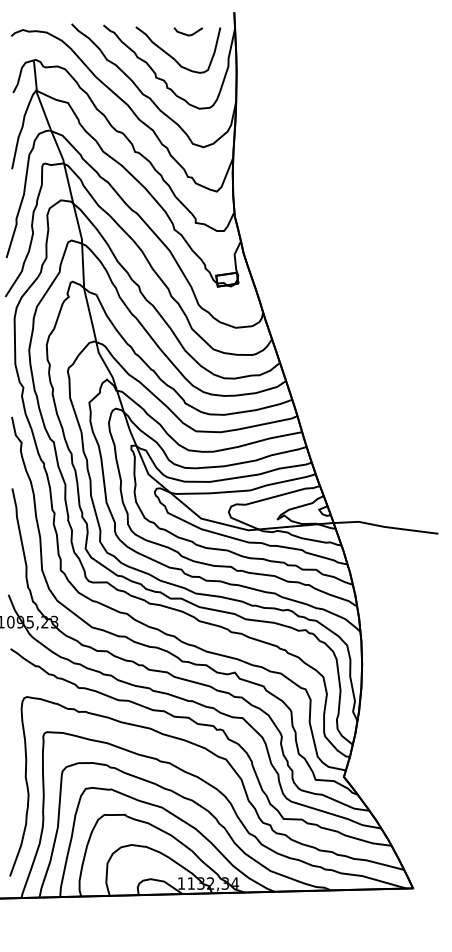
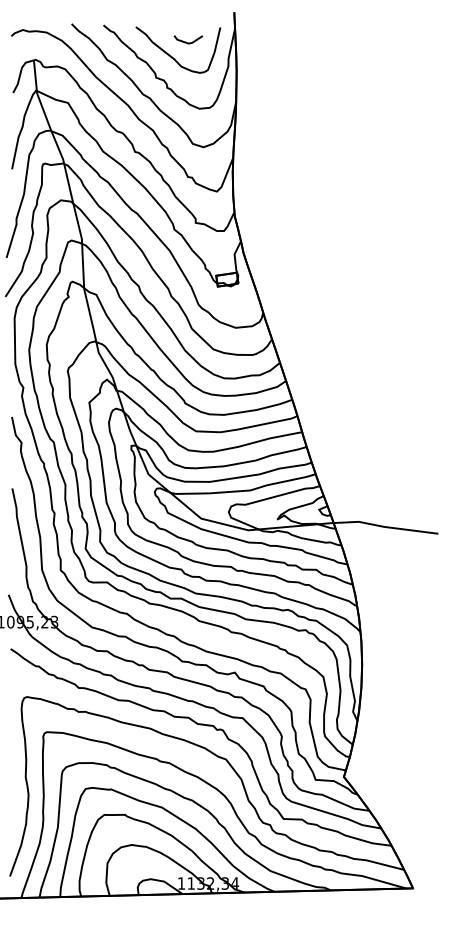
line at (186, 33) position: (186, 33) -> (186, 41)
